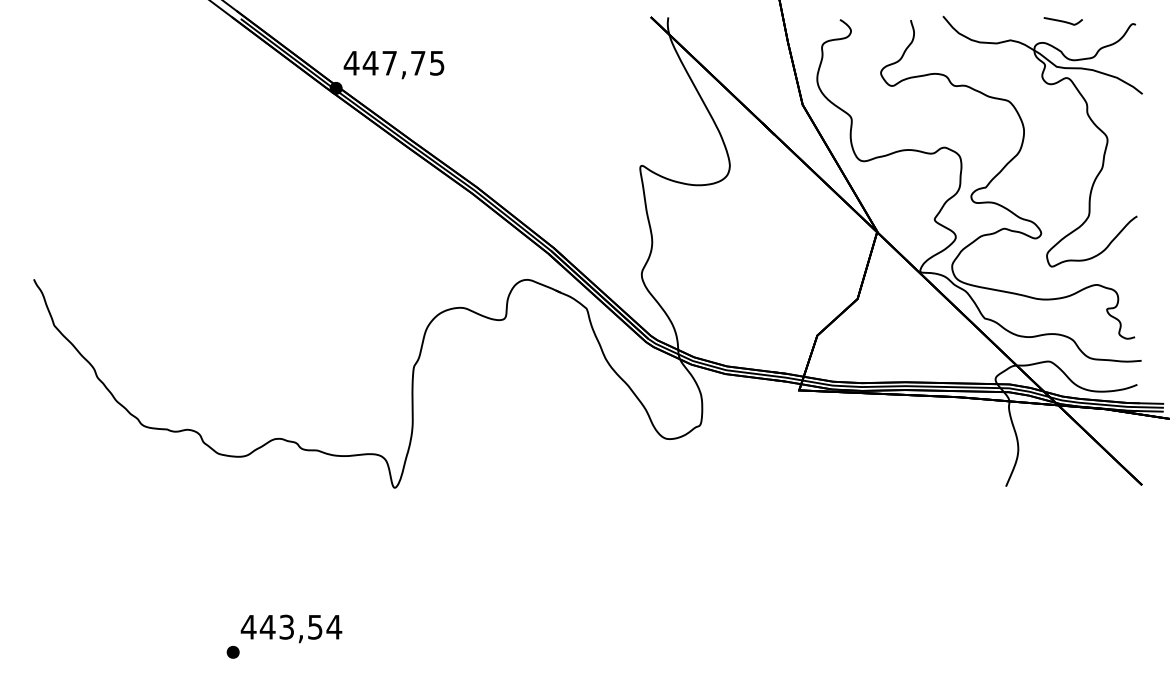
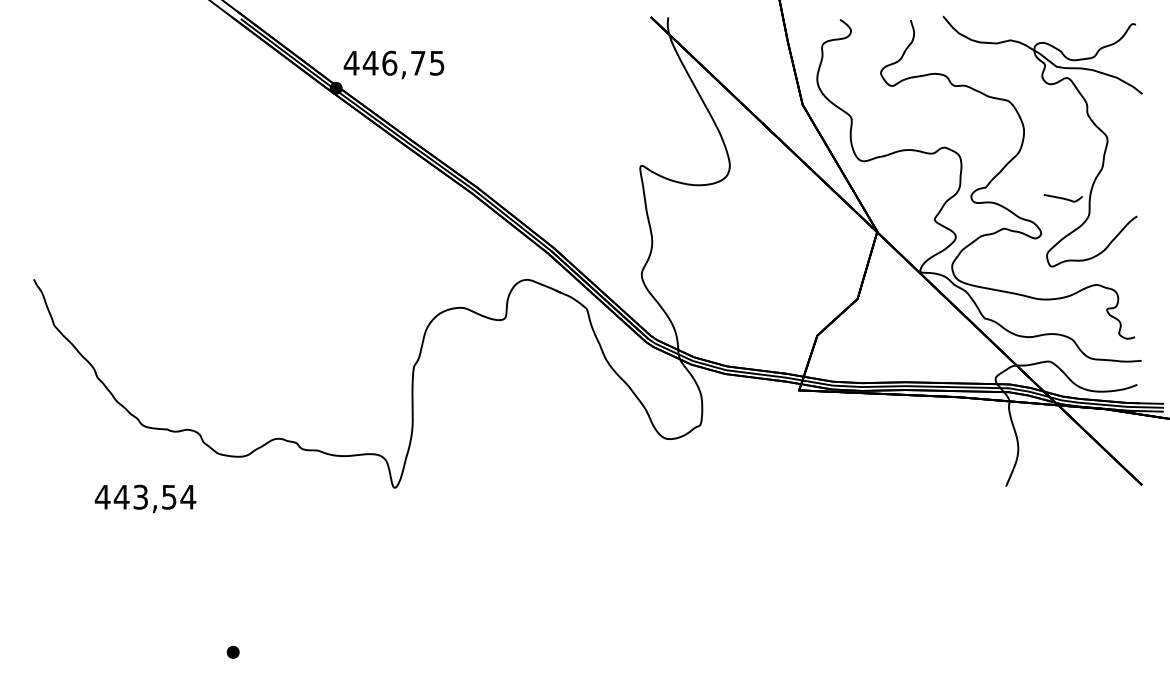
curve at (1062, 21) position: (1062, 21) -> (1062, 198)
text at (389, 62): 447,75 -> 446,75
text at (291, 628) position: (291, 628) -> (145, 498)
